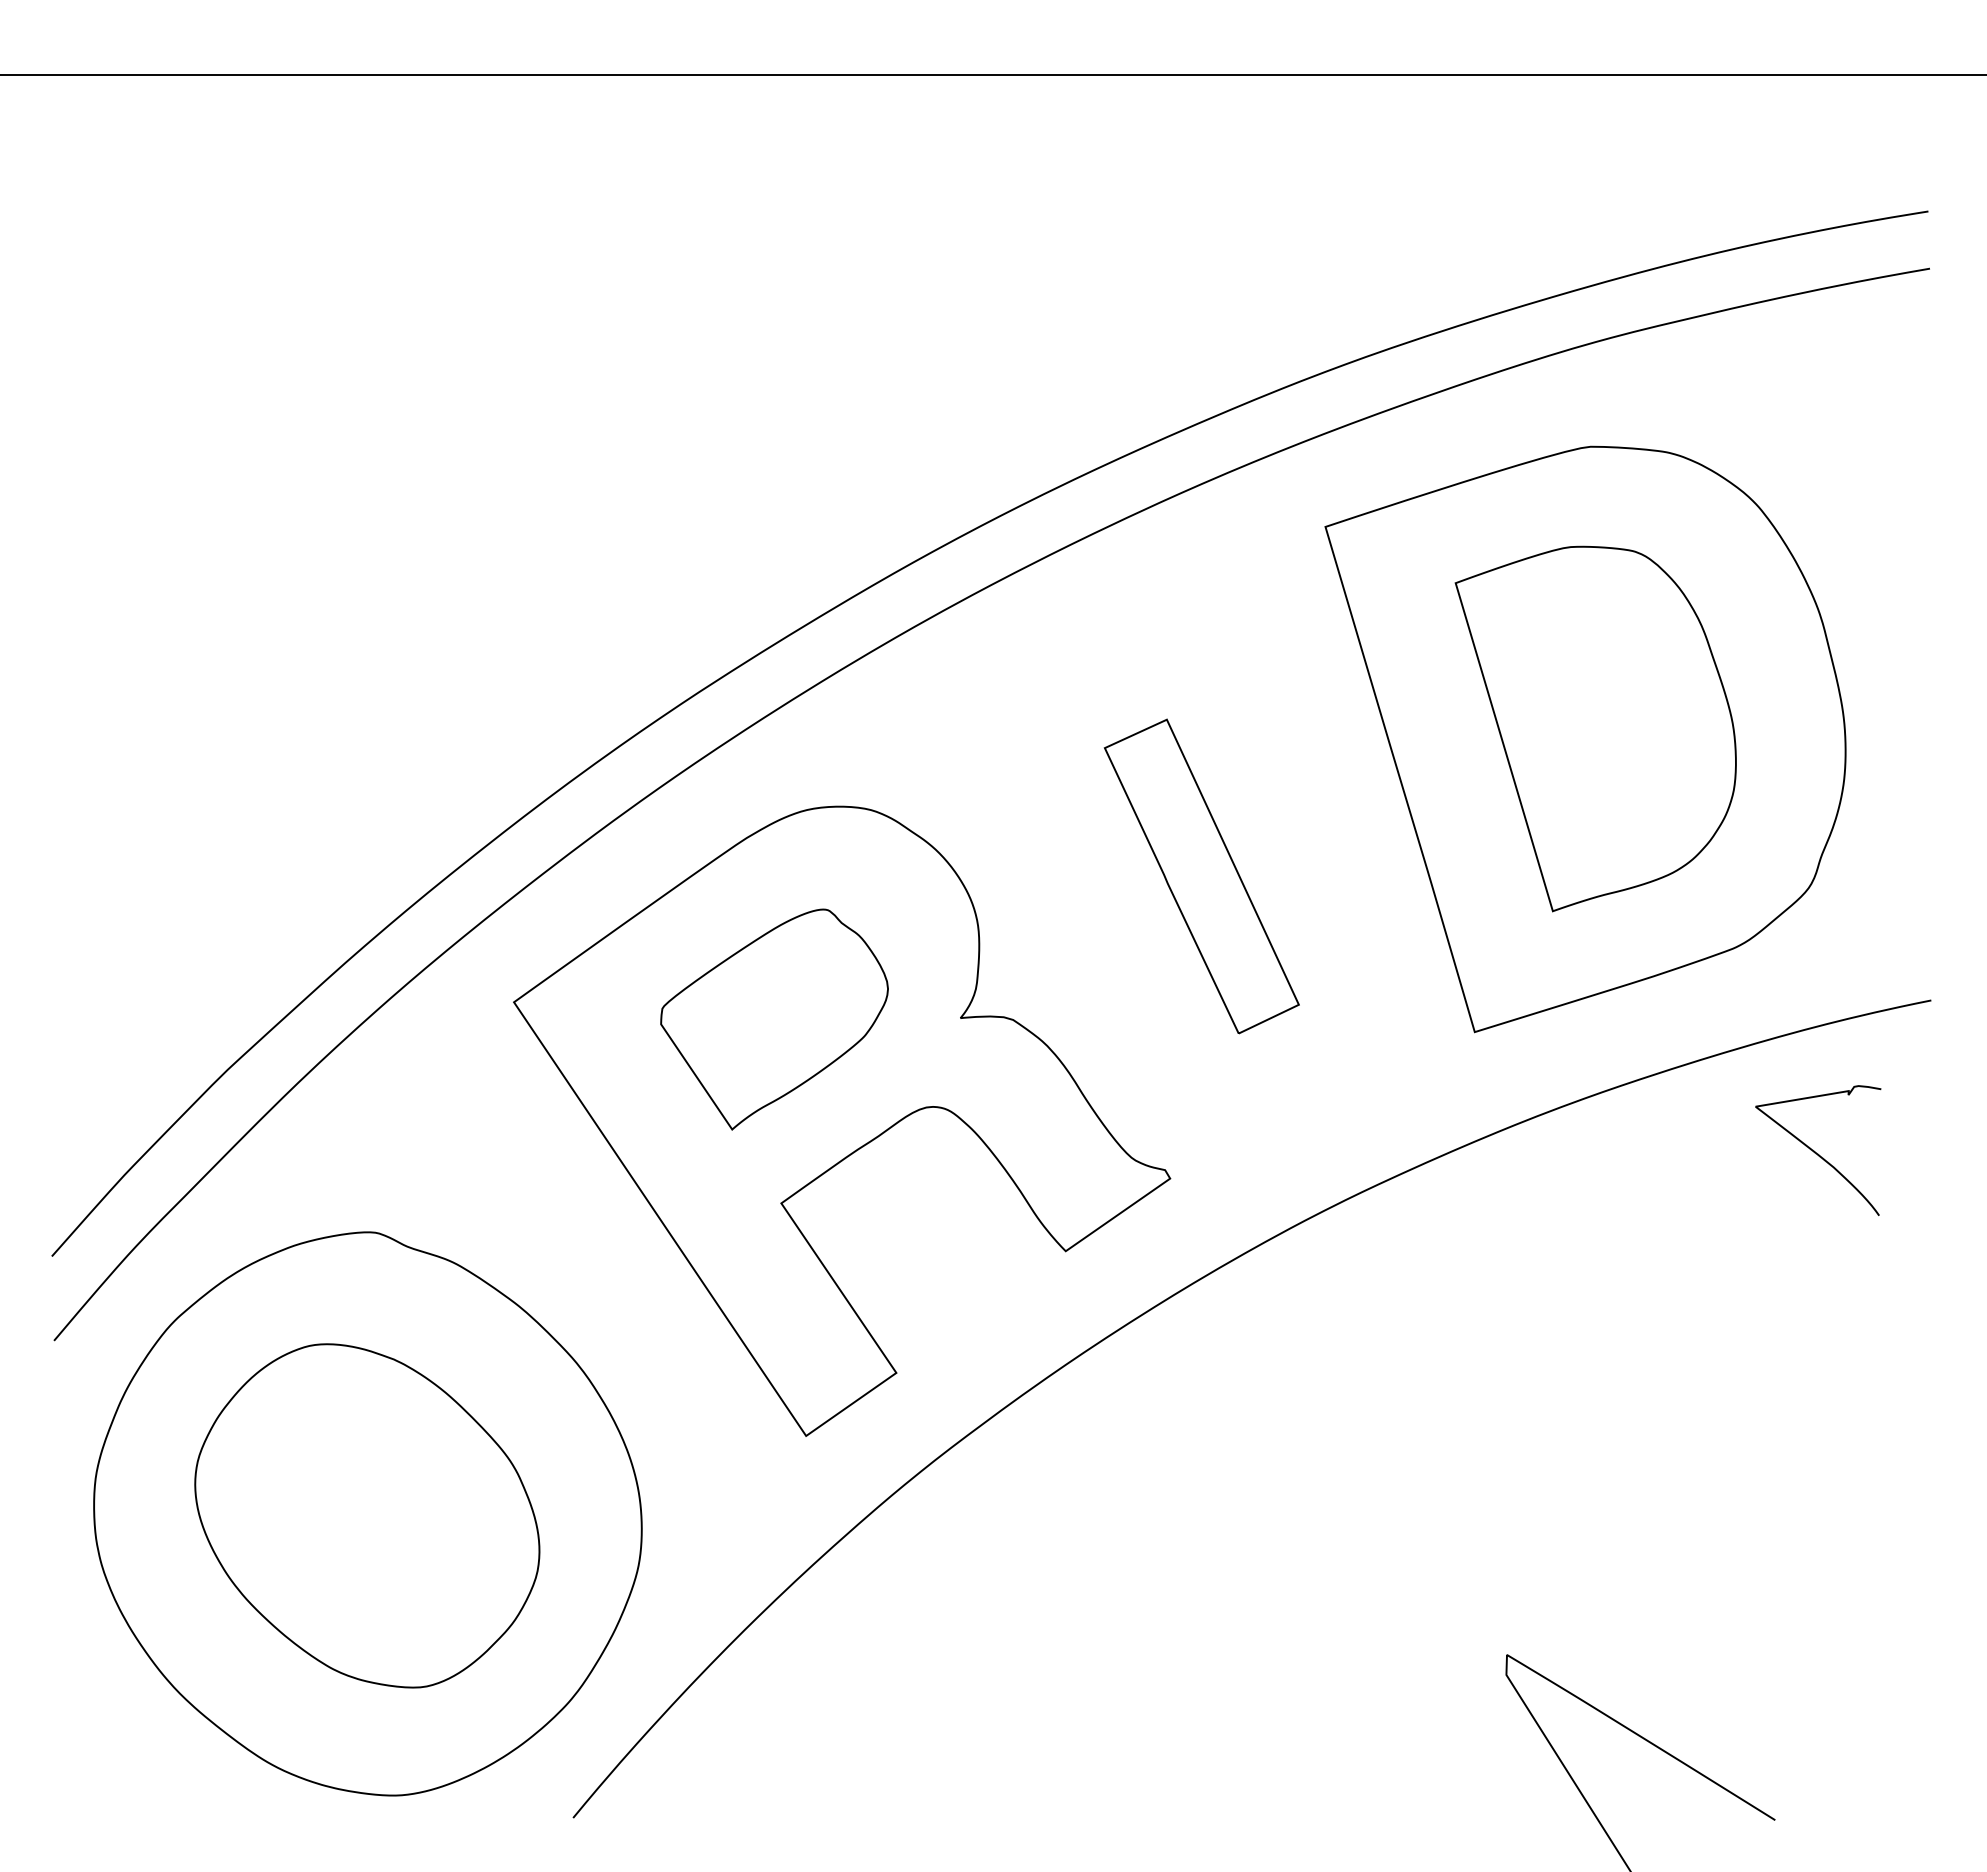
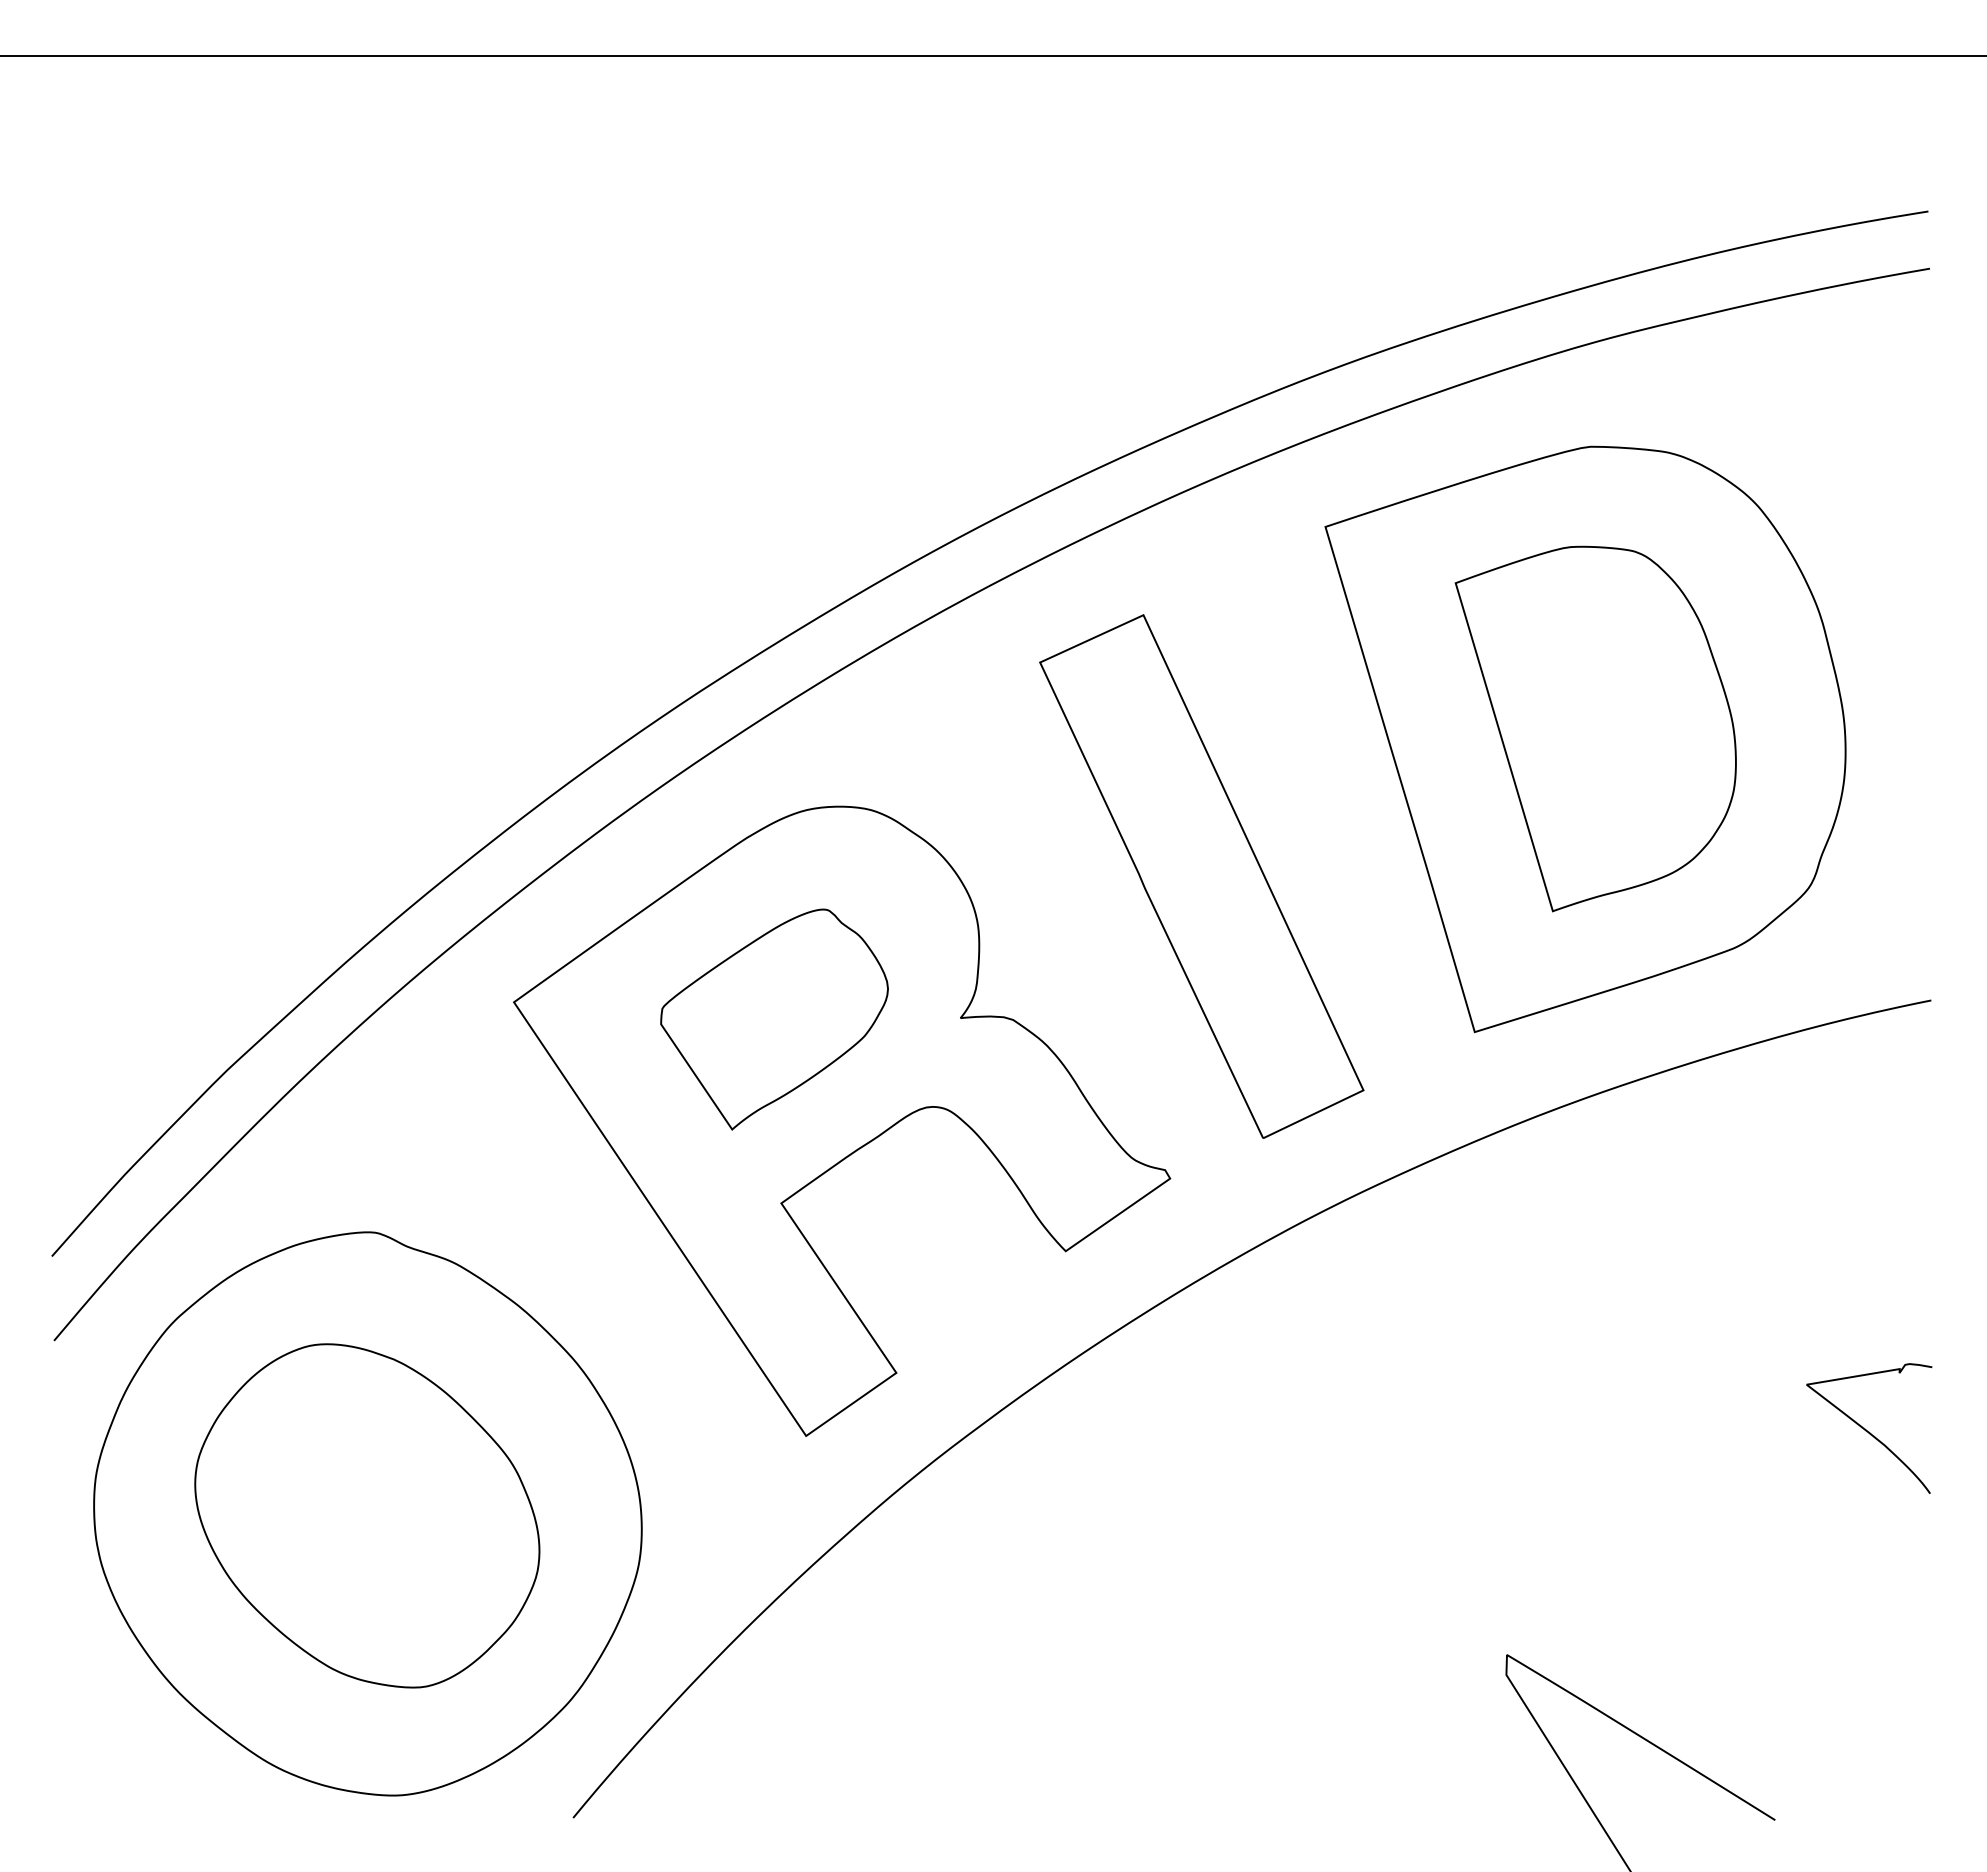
line at (992, 75) position: (992, 75) -> (992, 56)
part at (1201, 876) size: 197x317 px -> 326x525 px
curve at (1816, 1152) position: (1816, 1152) -> (1867, 1430)
